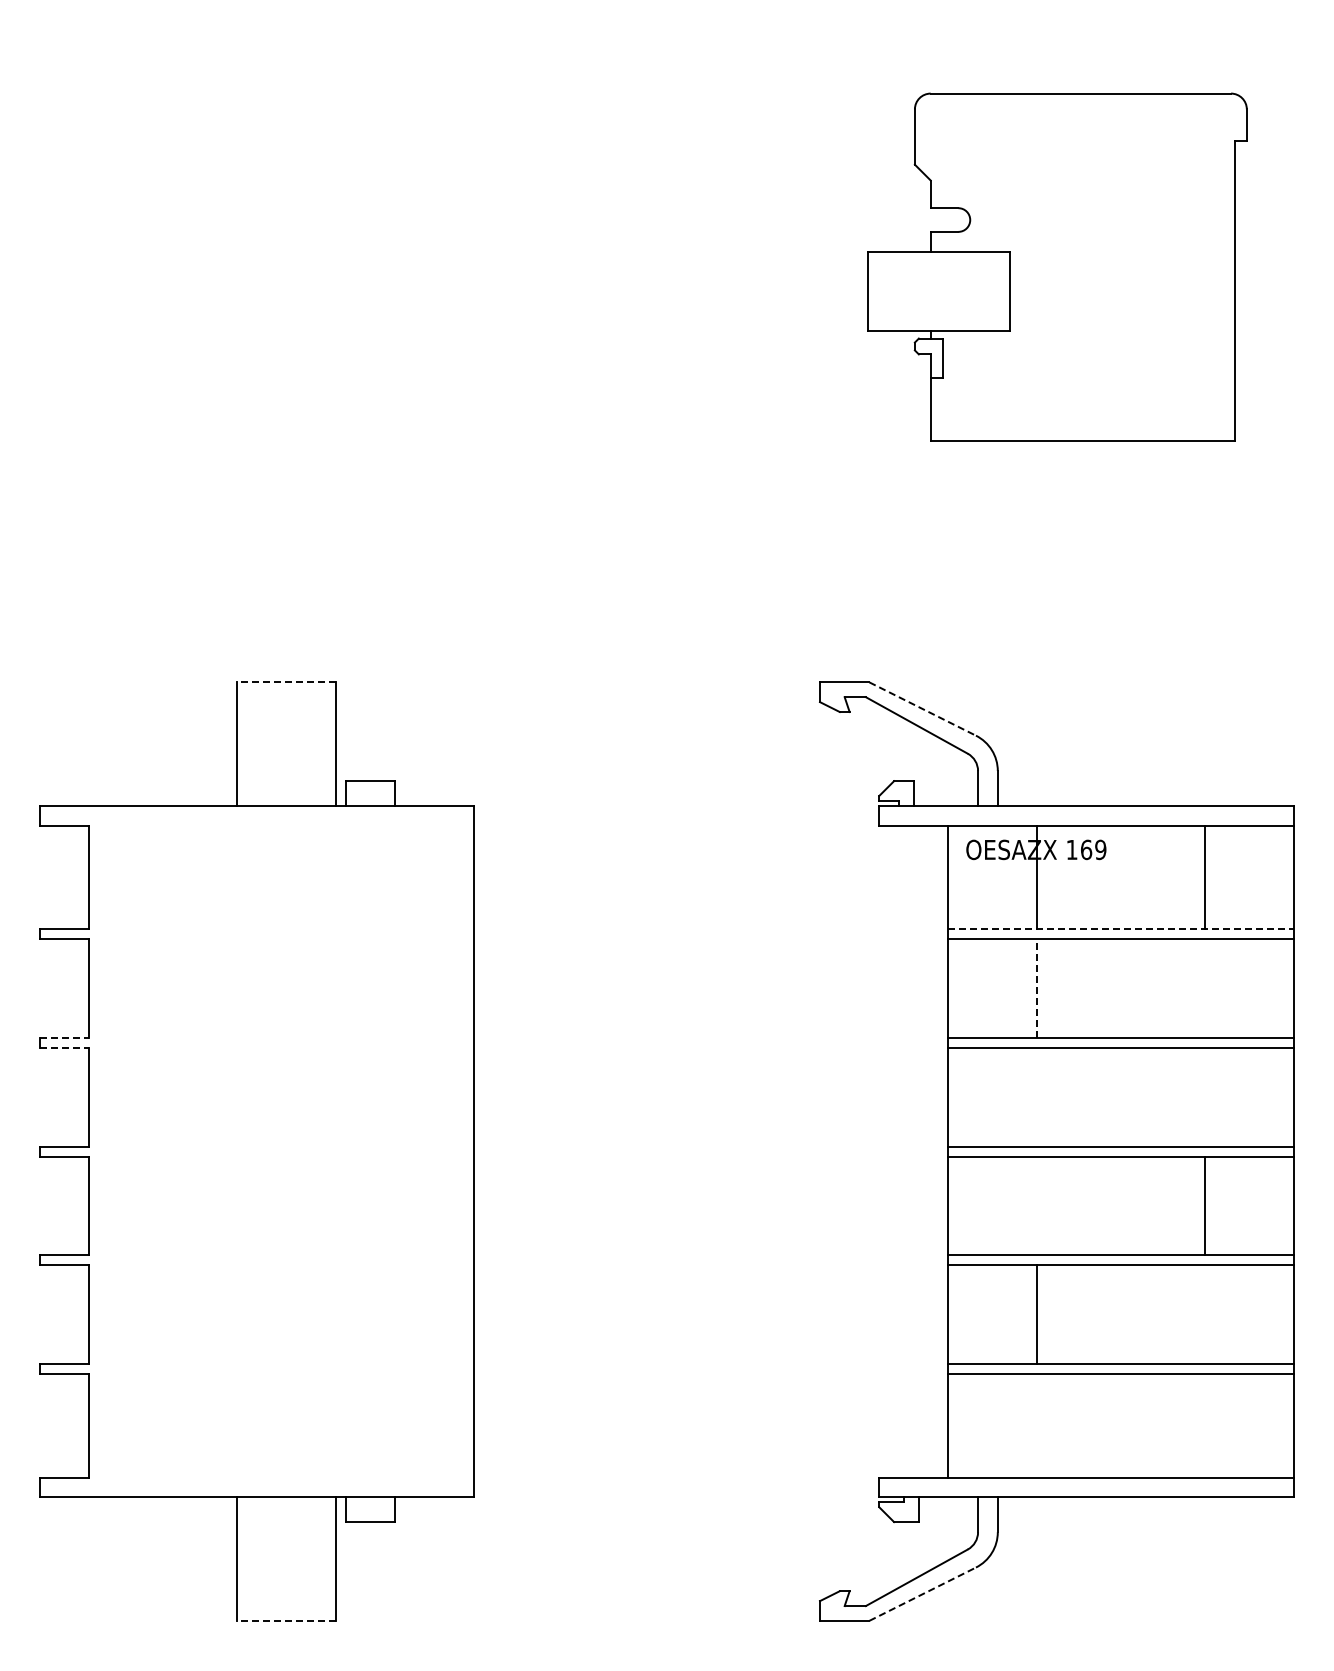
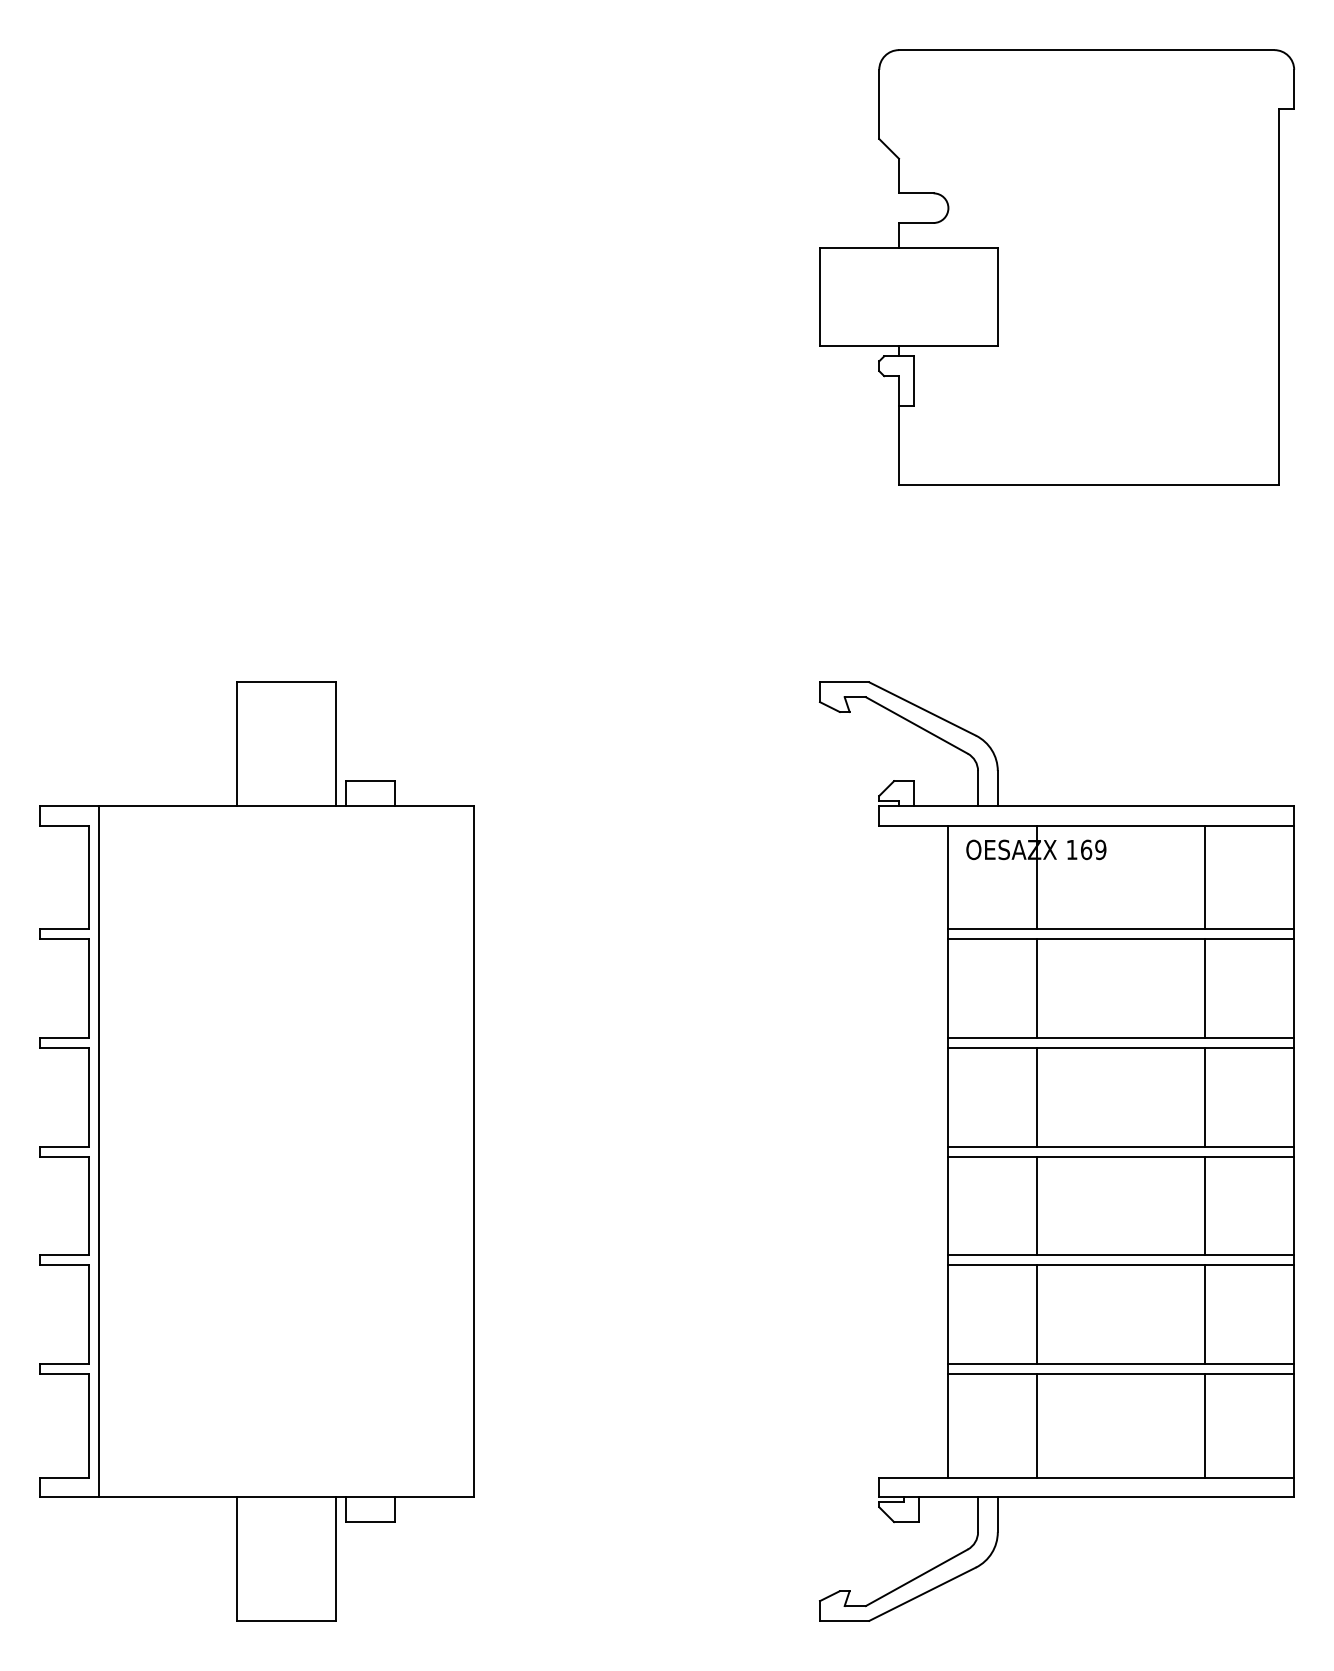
part at (1057, 266) size: 381x350 px -> 477x437 px
line at (286, 682): dashed -> solid
line at (922, 709): dashed -> solid
line at (1121, 929): dashed -> solid
line at (1037, 988): dashed -> solid
line at (1205, 988): none -> present
line at (64, 1038): dashed -> solid
line at (64, 1047): dashed -> solid
line at (1037, 1096): none -> present
line at (1205, 1096): none -> present
line at (99, 1151): none -> present
line at (1037, 1205): none -> present
line at (1205, 1314): none -> present
line at (1037, 1425): none -> present
line at (1205, 1425): none -> present
line at (922, 1594): dashed -> solid
line at (286, 1620): dashed -> solid
